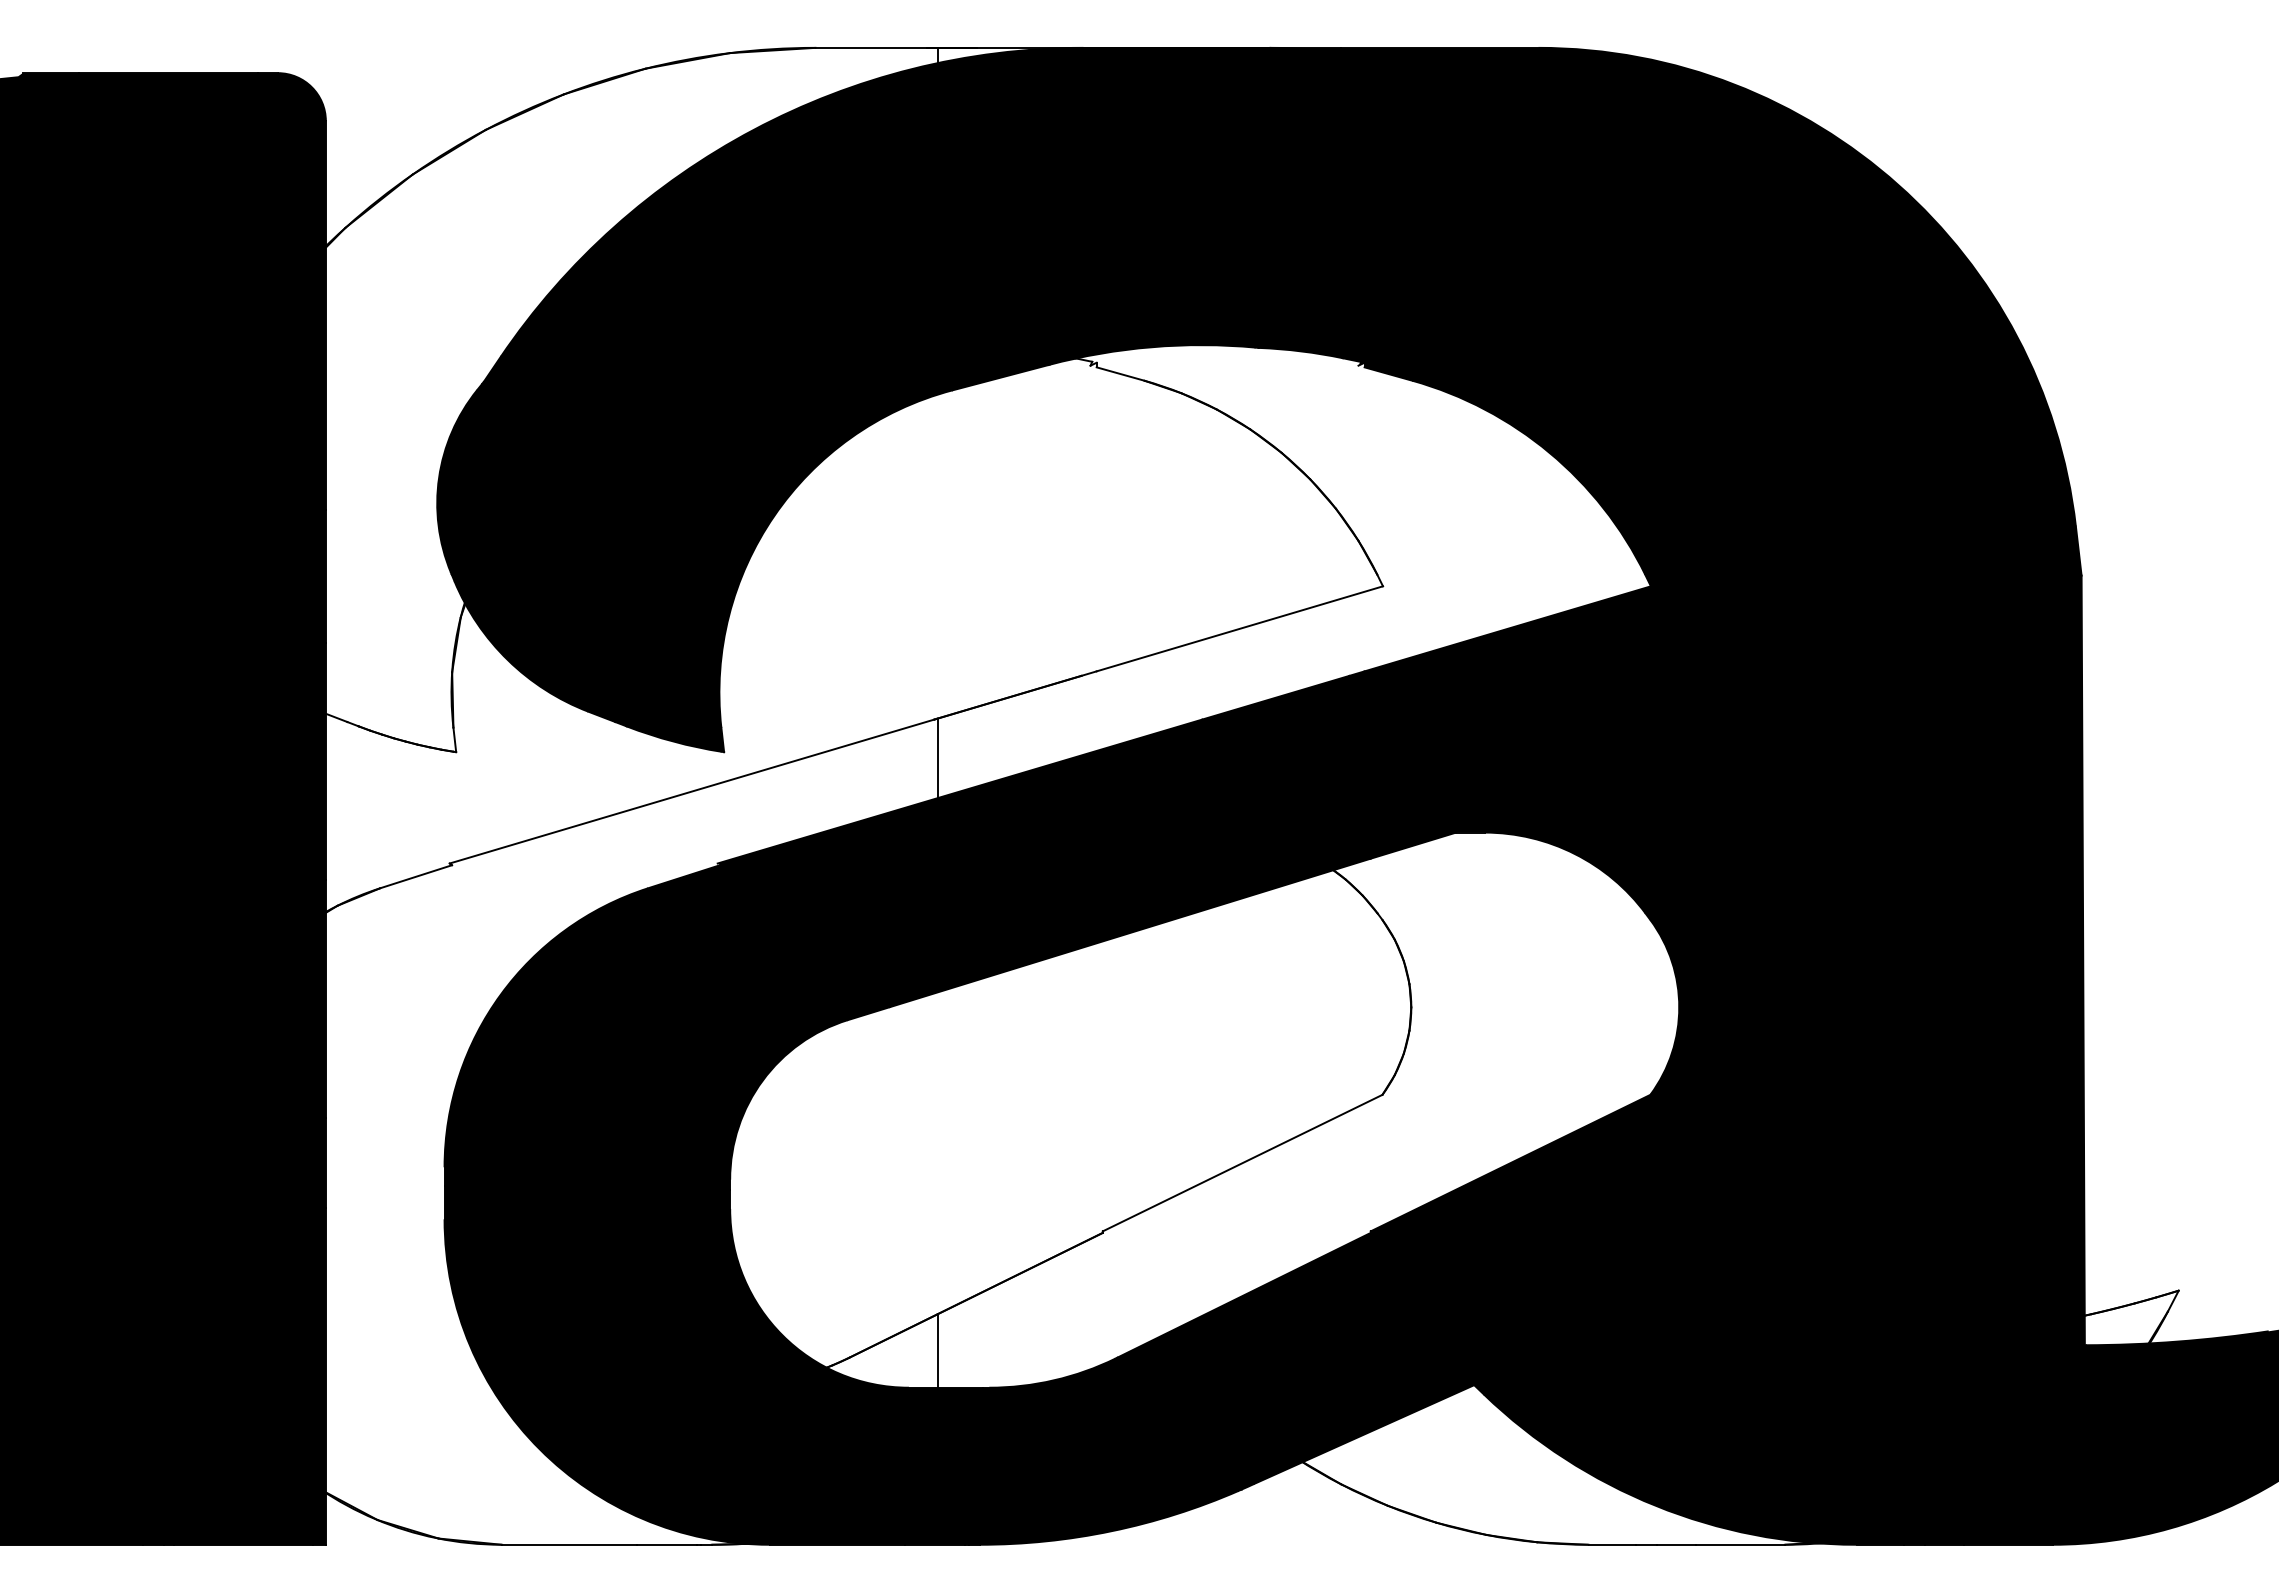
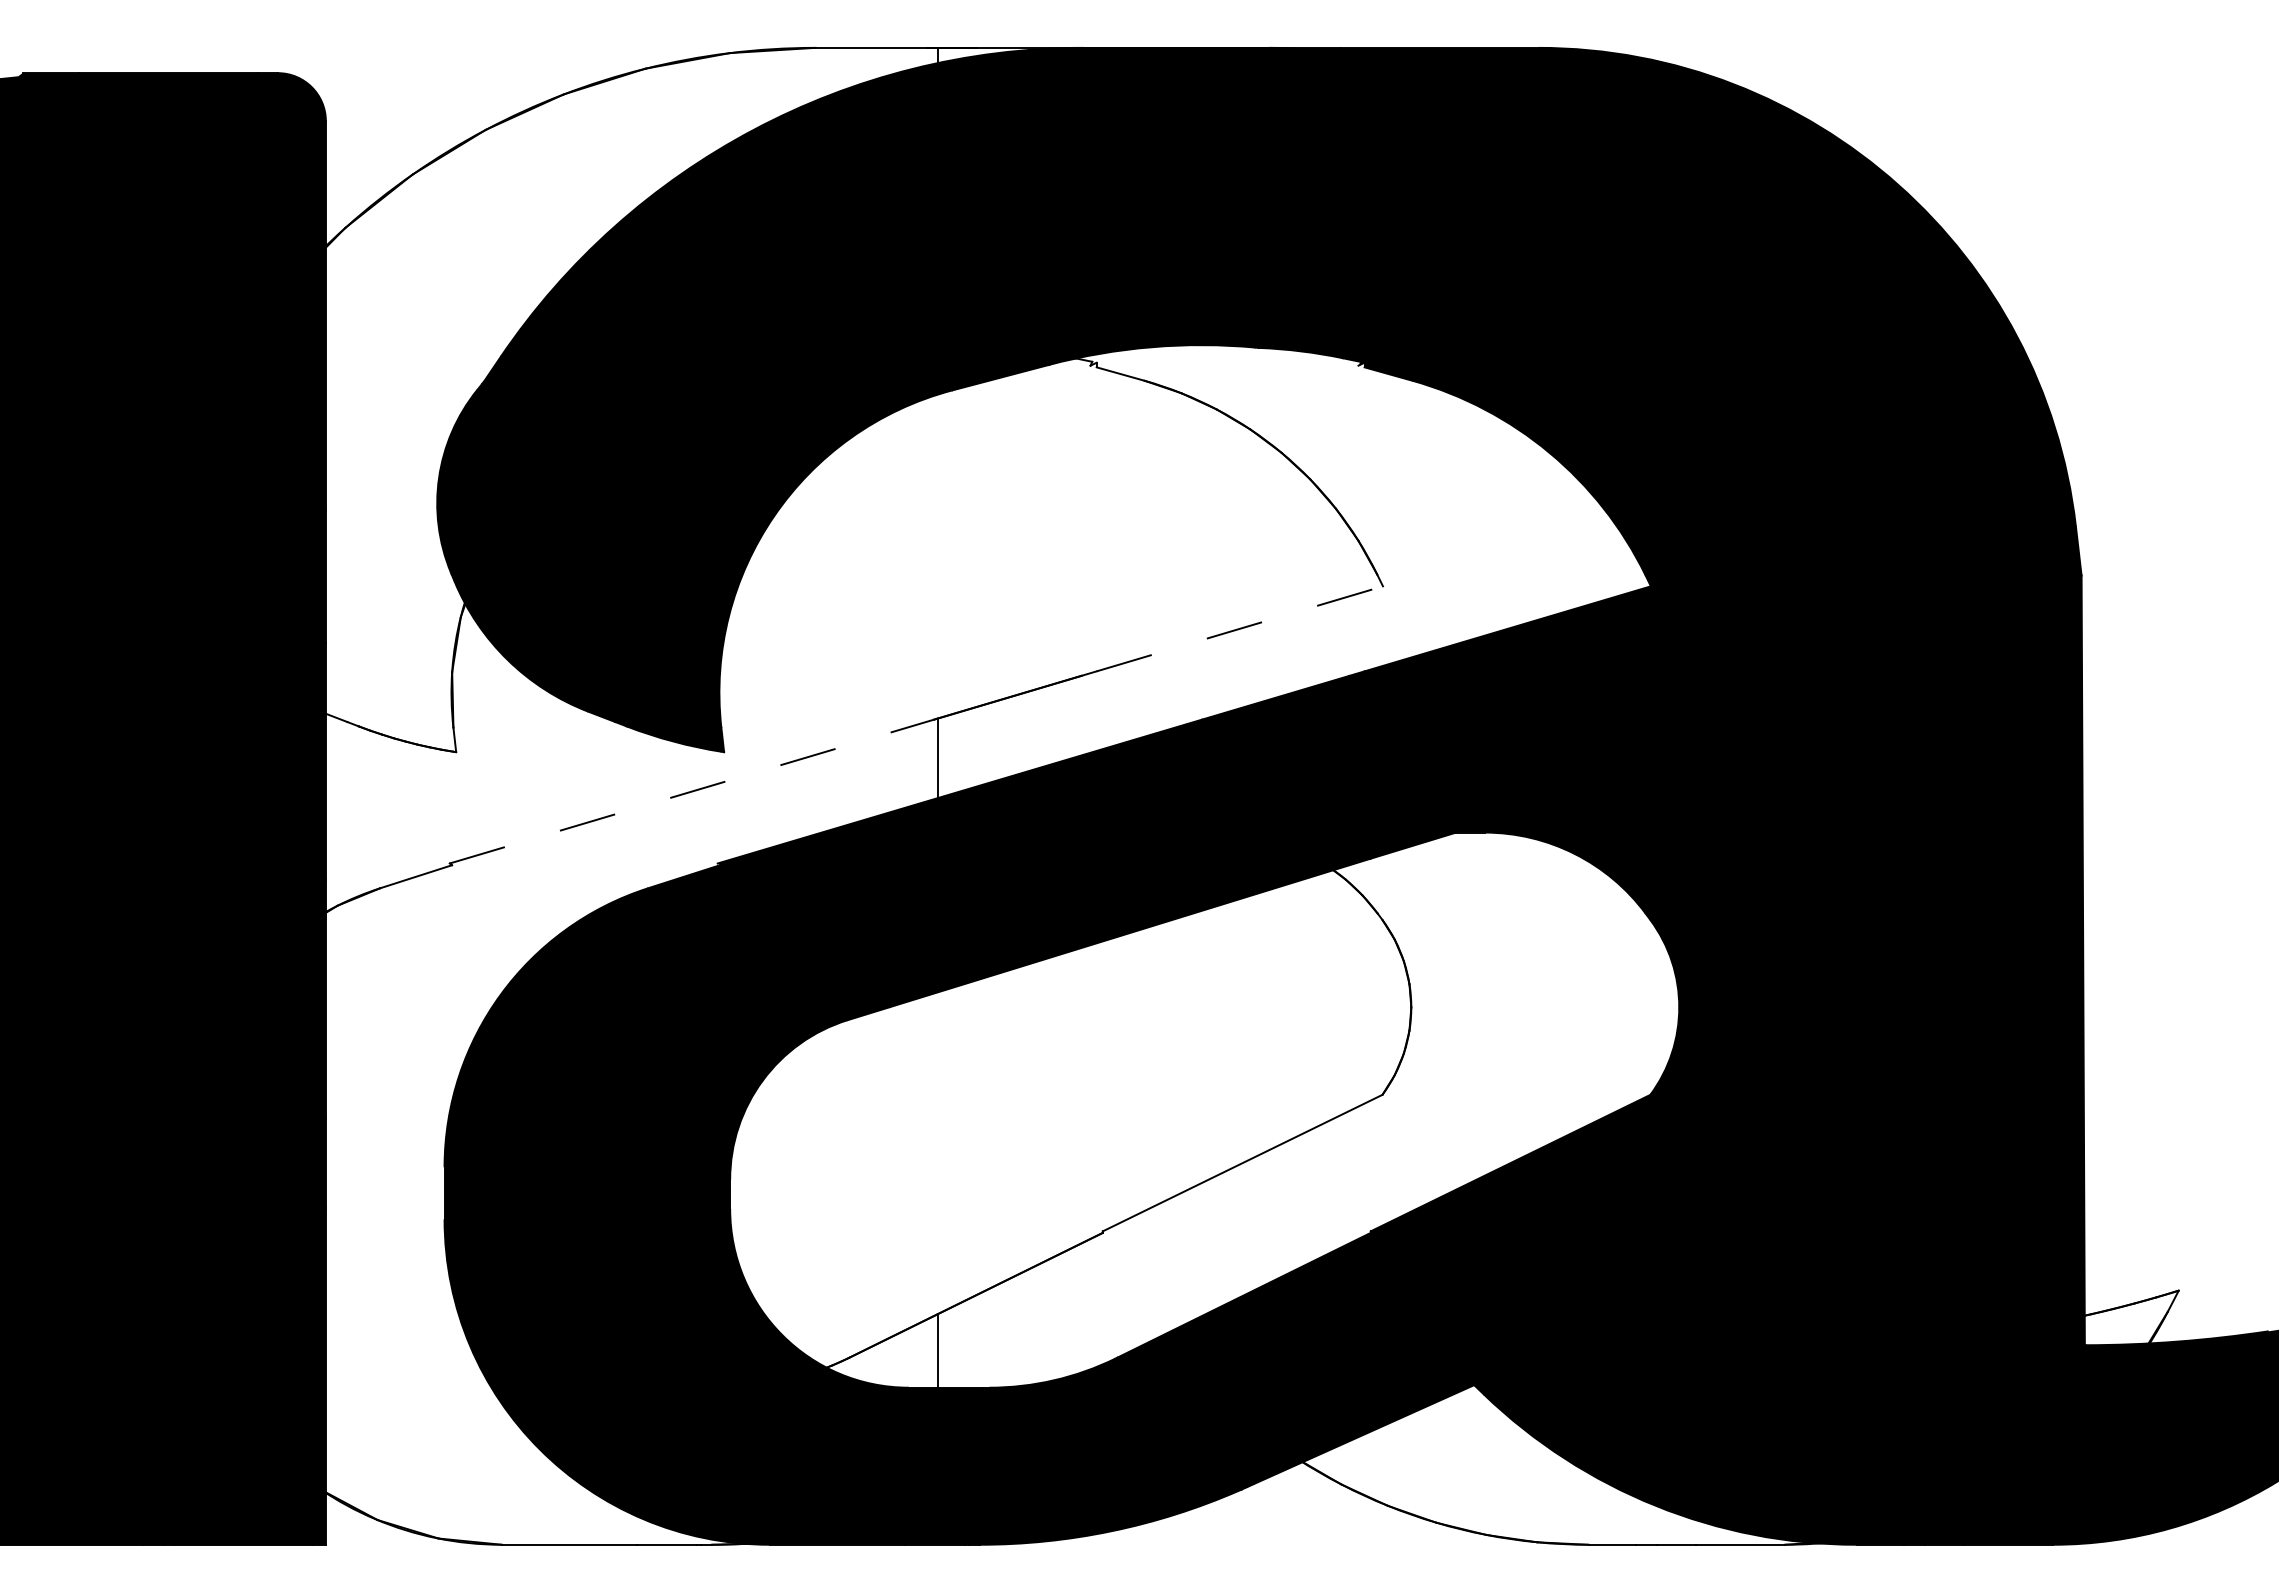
line at (1240, 628): solid -> dashed
line at (692, 791): solid -> dashed
